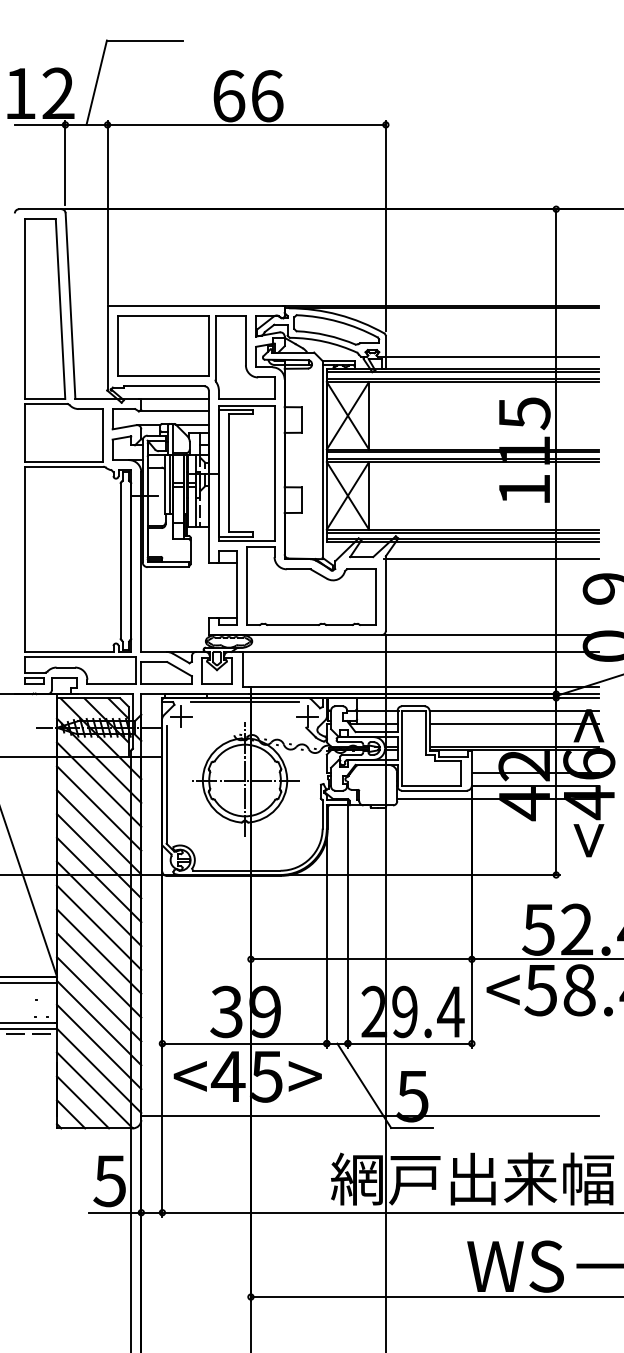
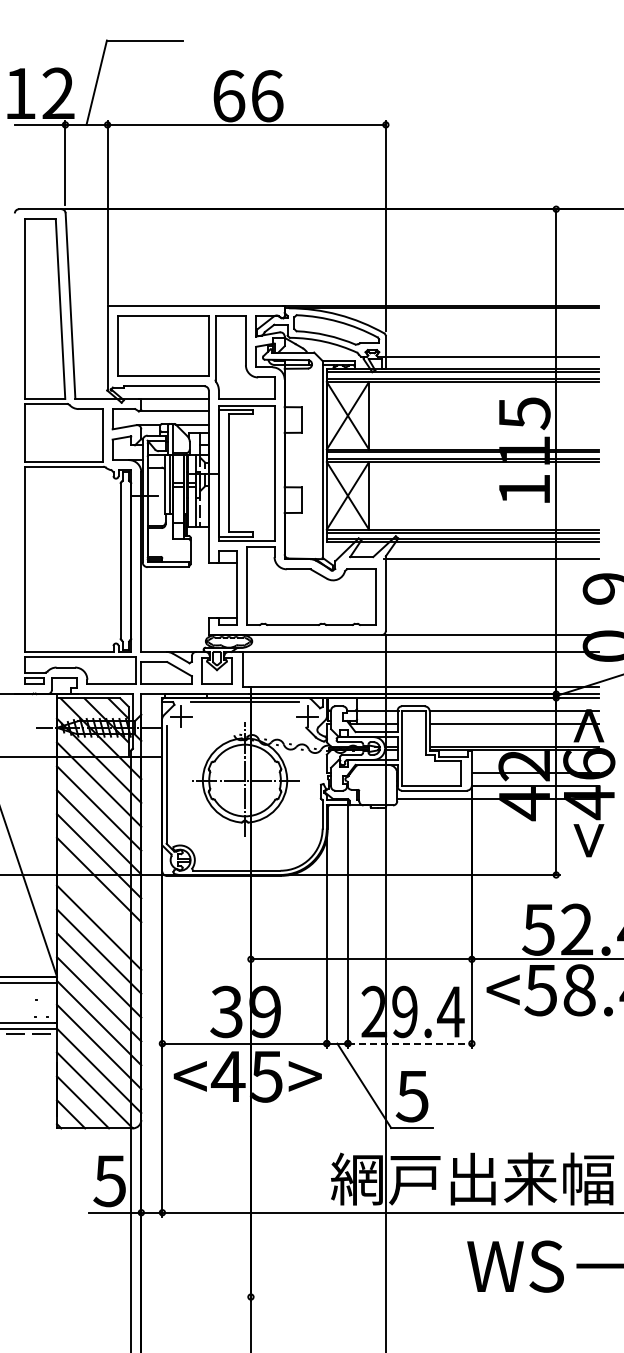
line at (99, 903): present -> none
line at (409, 1043): solid -> dashed
line at (369, 1116): present -> none
line at (435, 1297): present -> none
